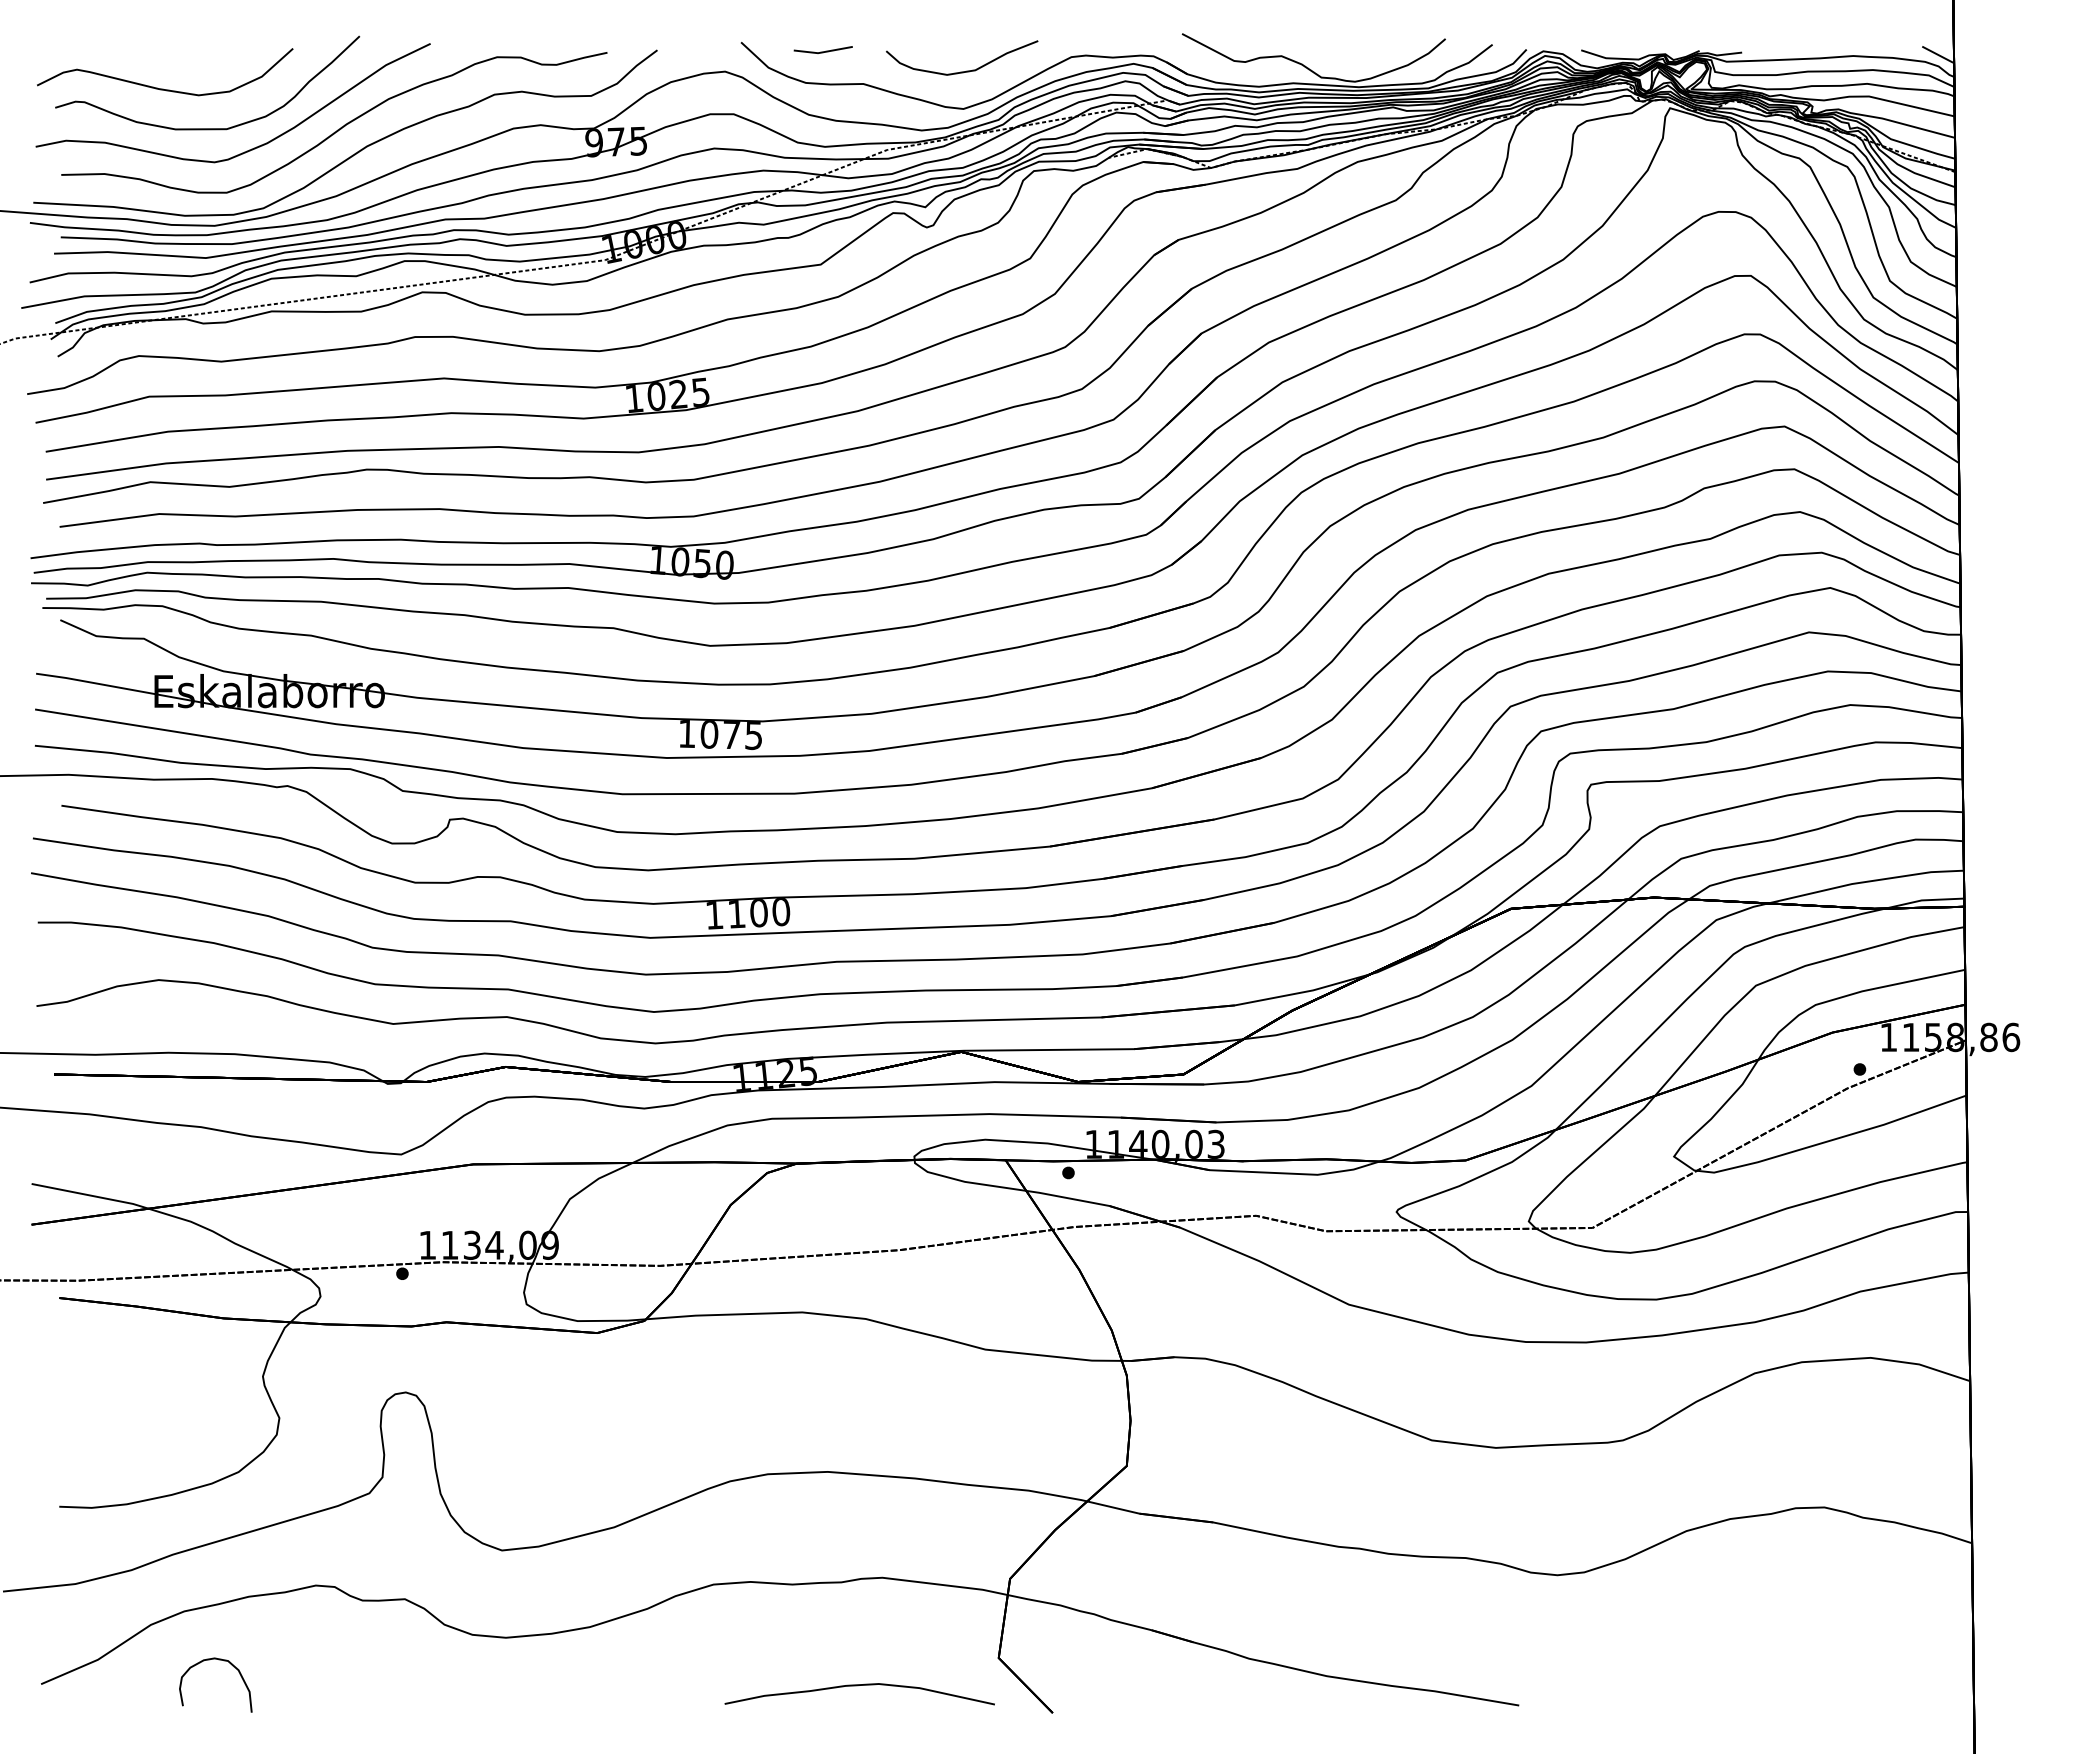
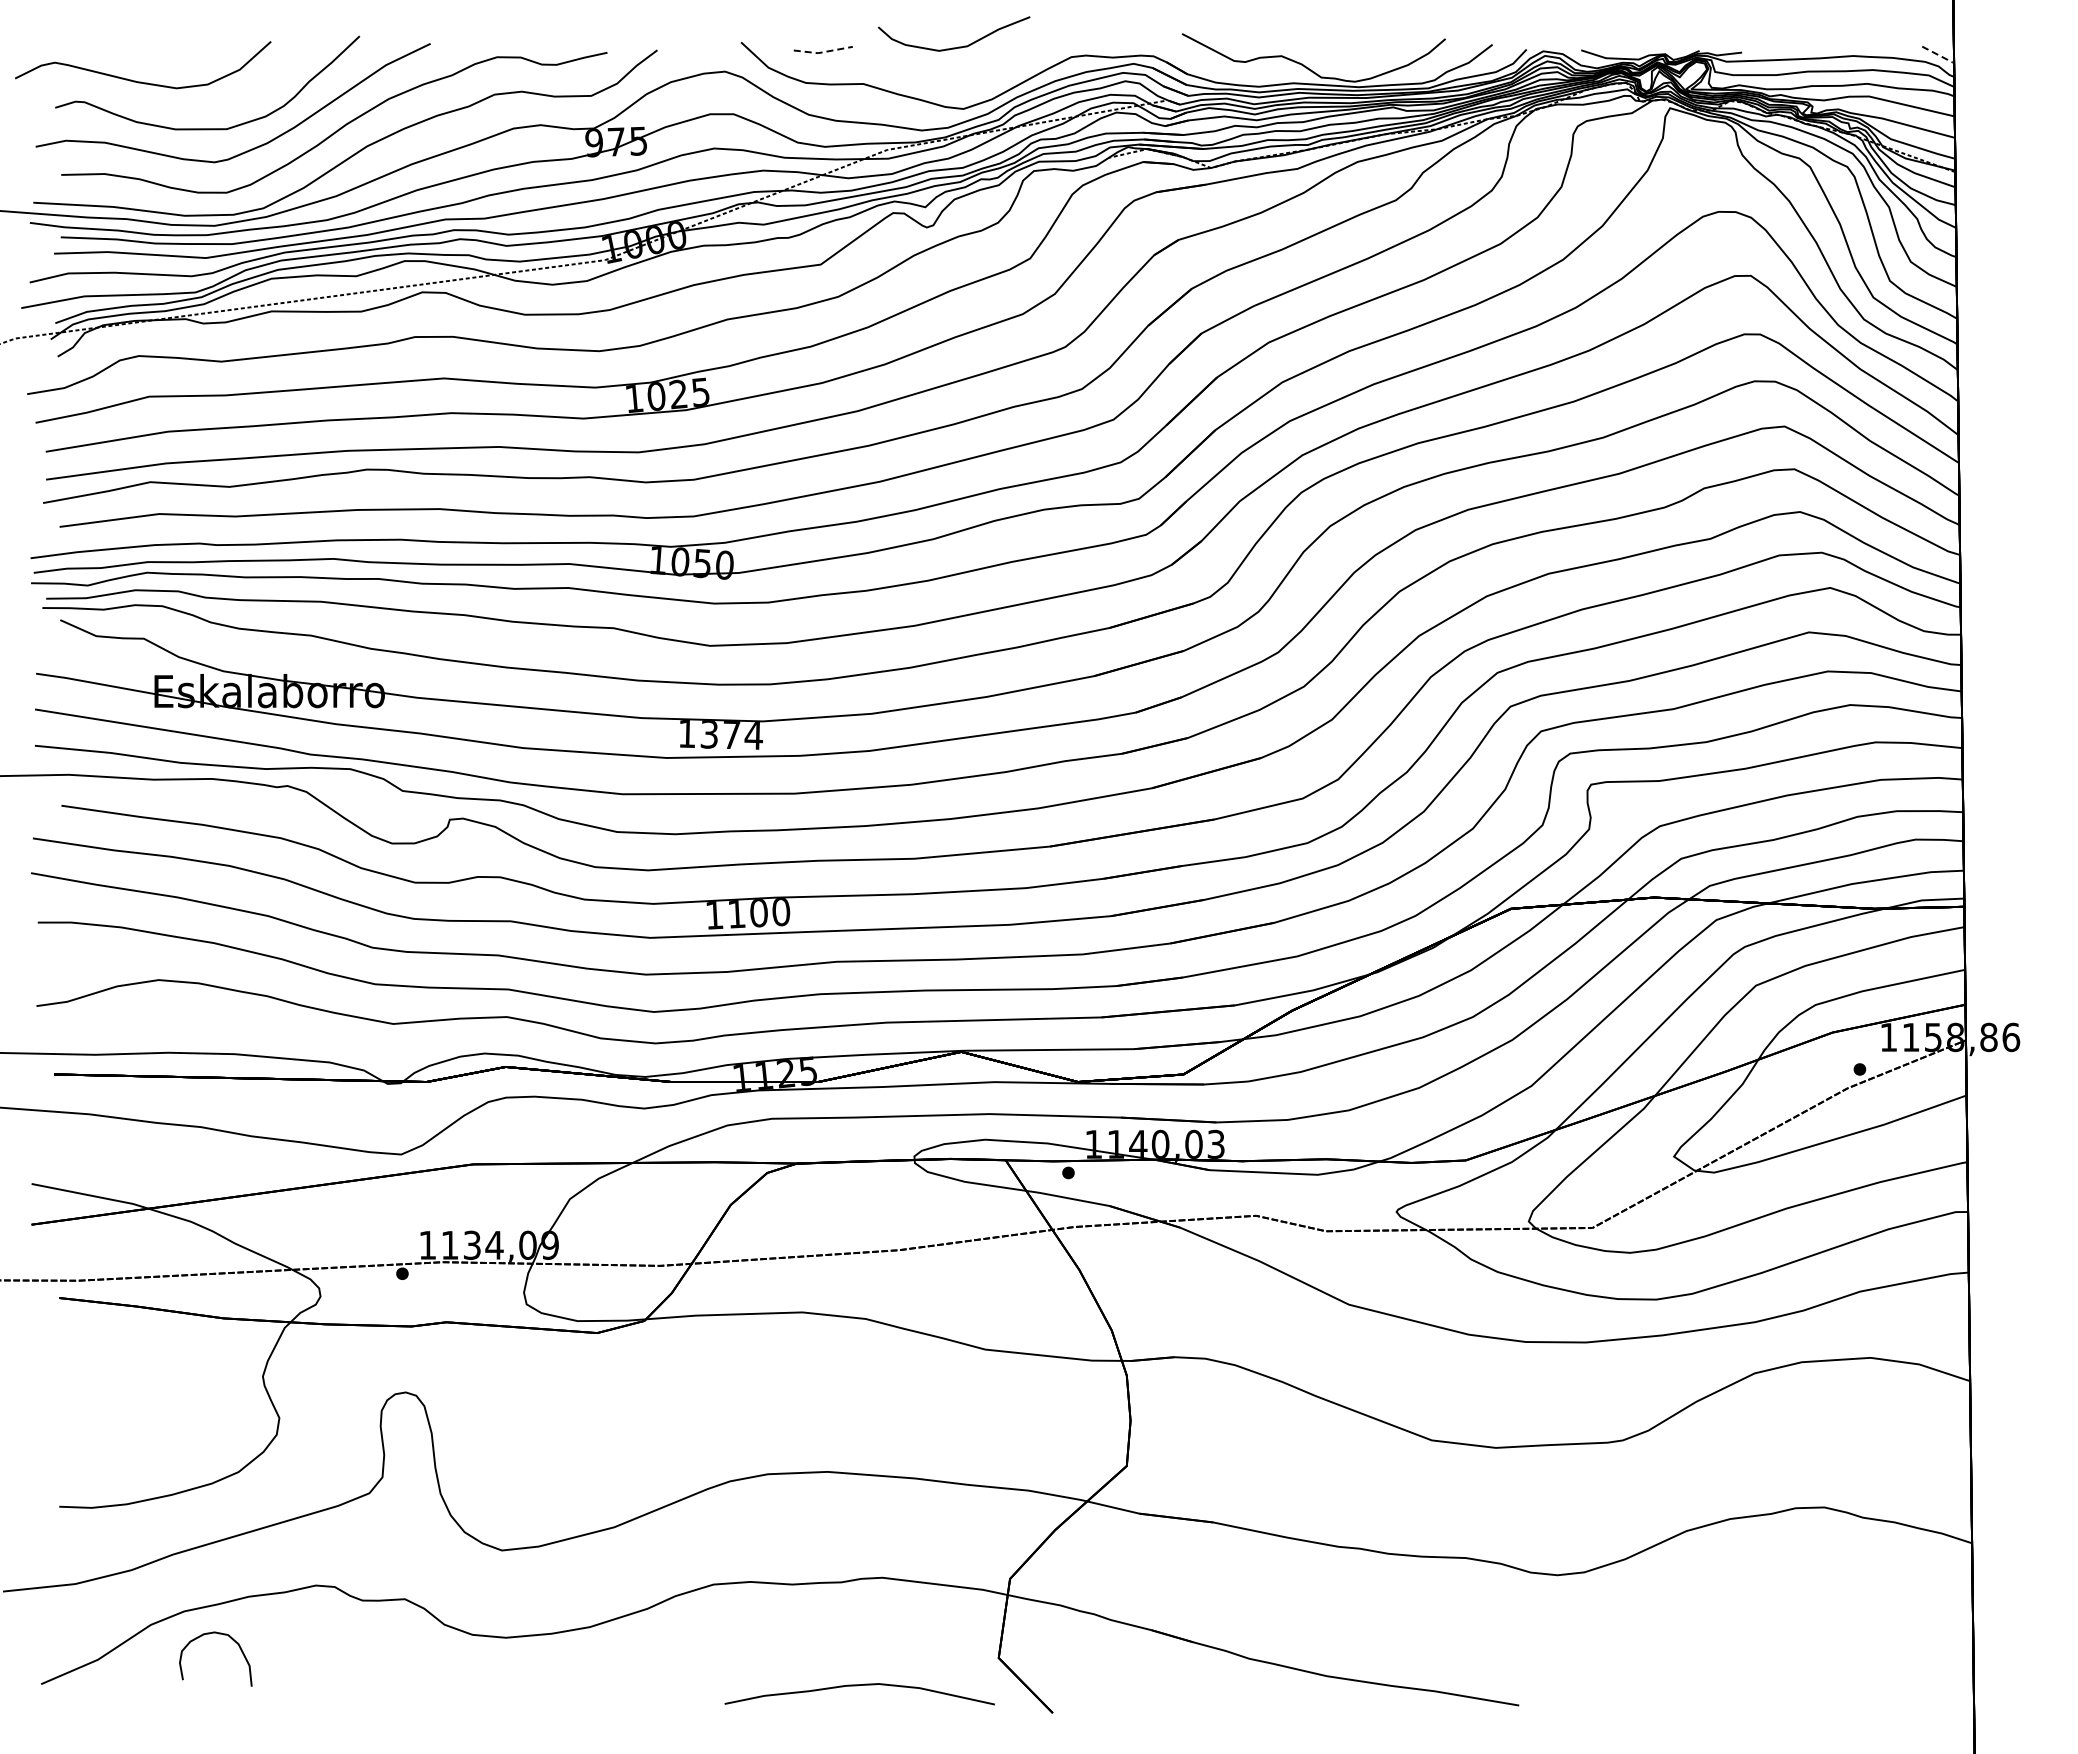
line at (822, 52): solid -> dashed
line at (1938, 55): solid -> dashed
curve at (966, 70) position: (966, 70) -> (958, 46)
curve at (163, 88) position: (163, 88) -> (141, 81)
text at (731, 735): 1075 -> 1374
curve at (218, 1660) position: (218, 1660) -> (218, 1634)
